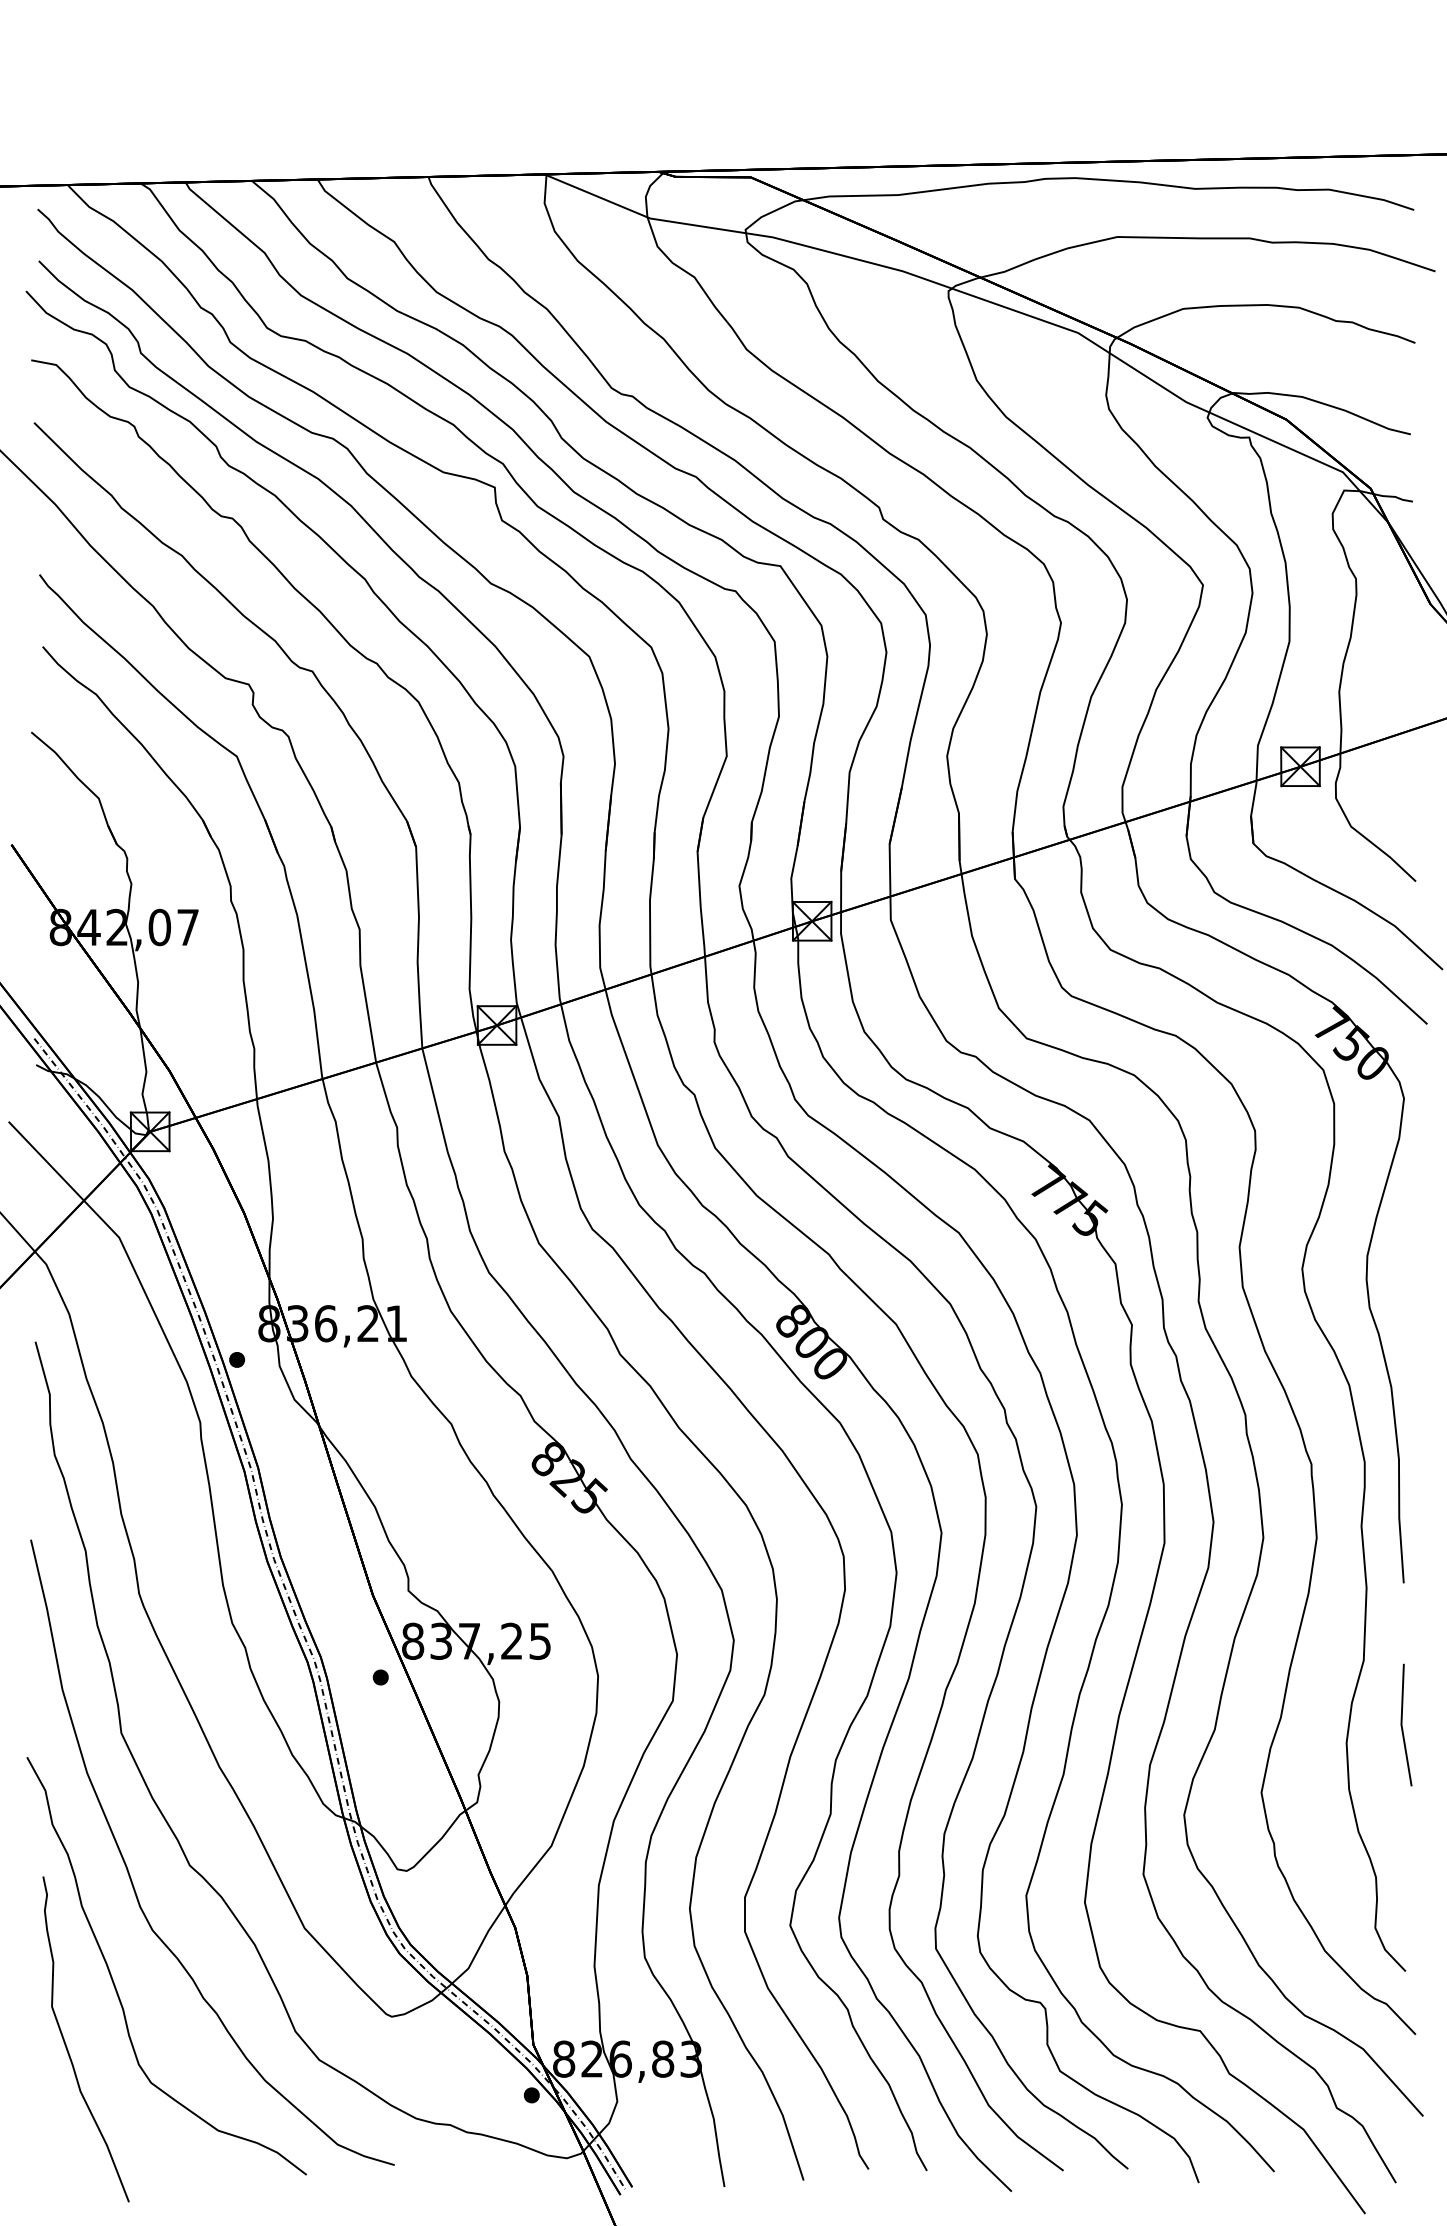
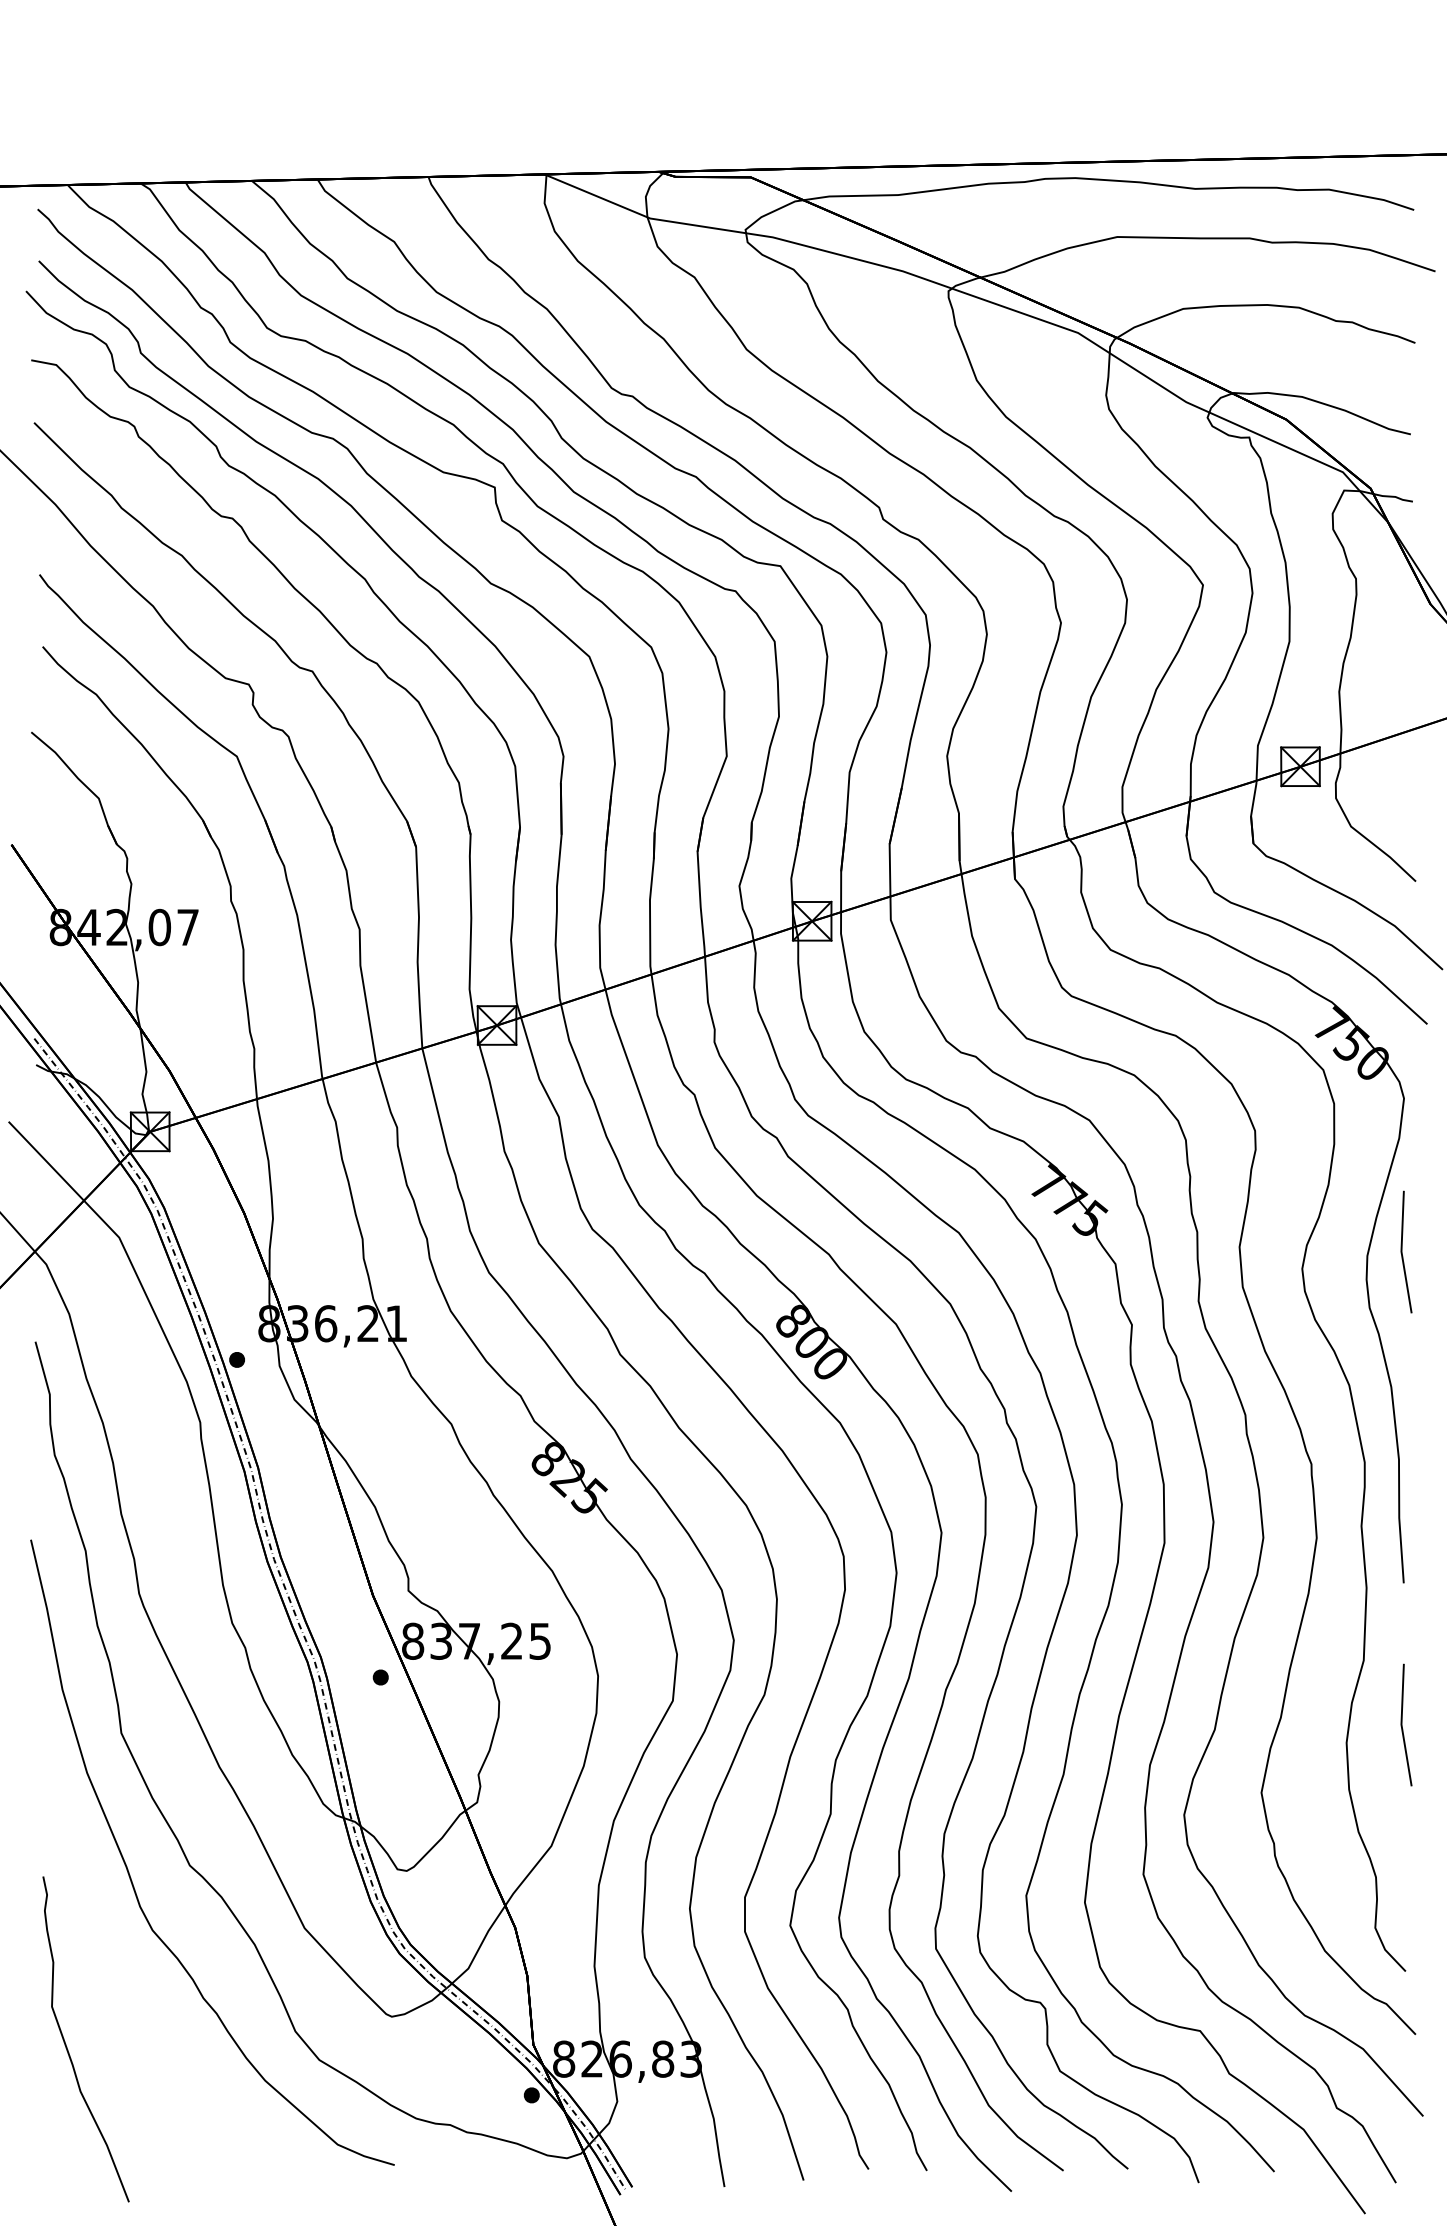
line at (1402, 1251): none -> present
curve at (116, 1987): present -> none
